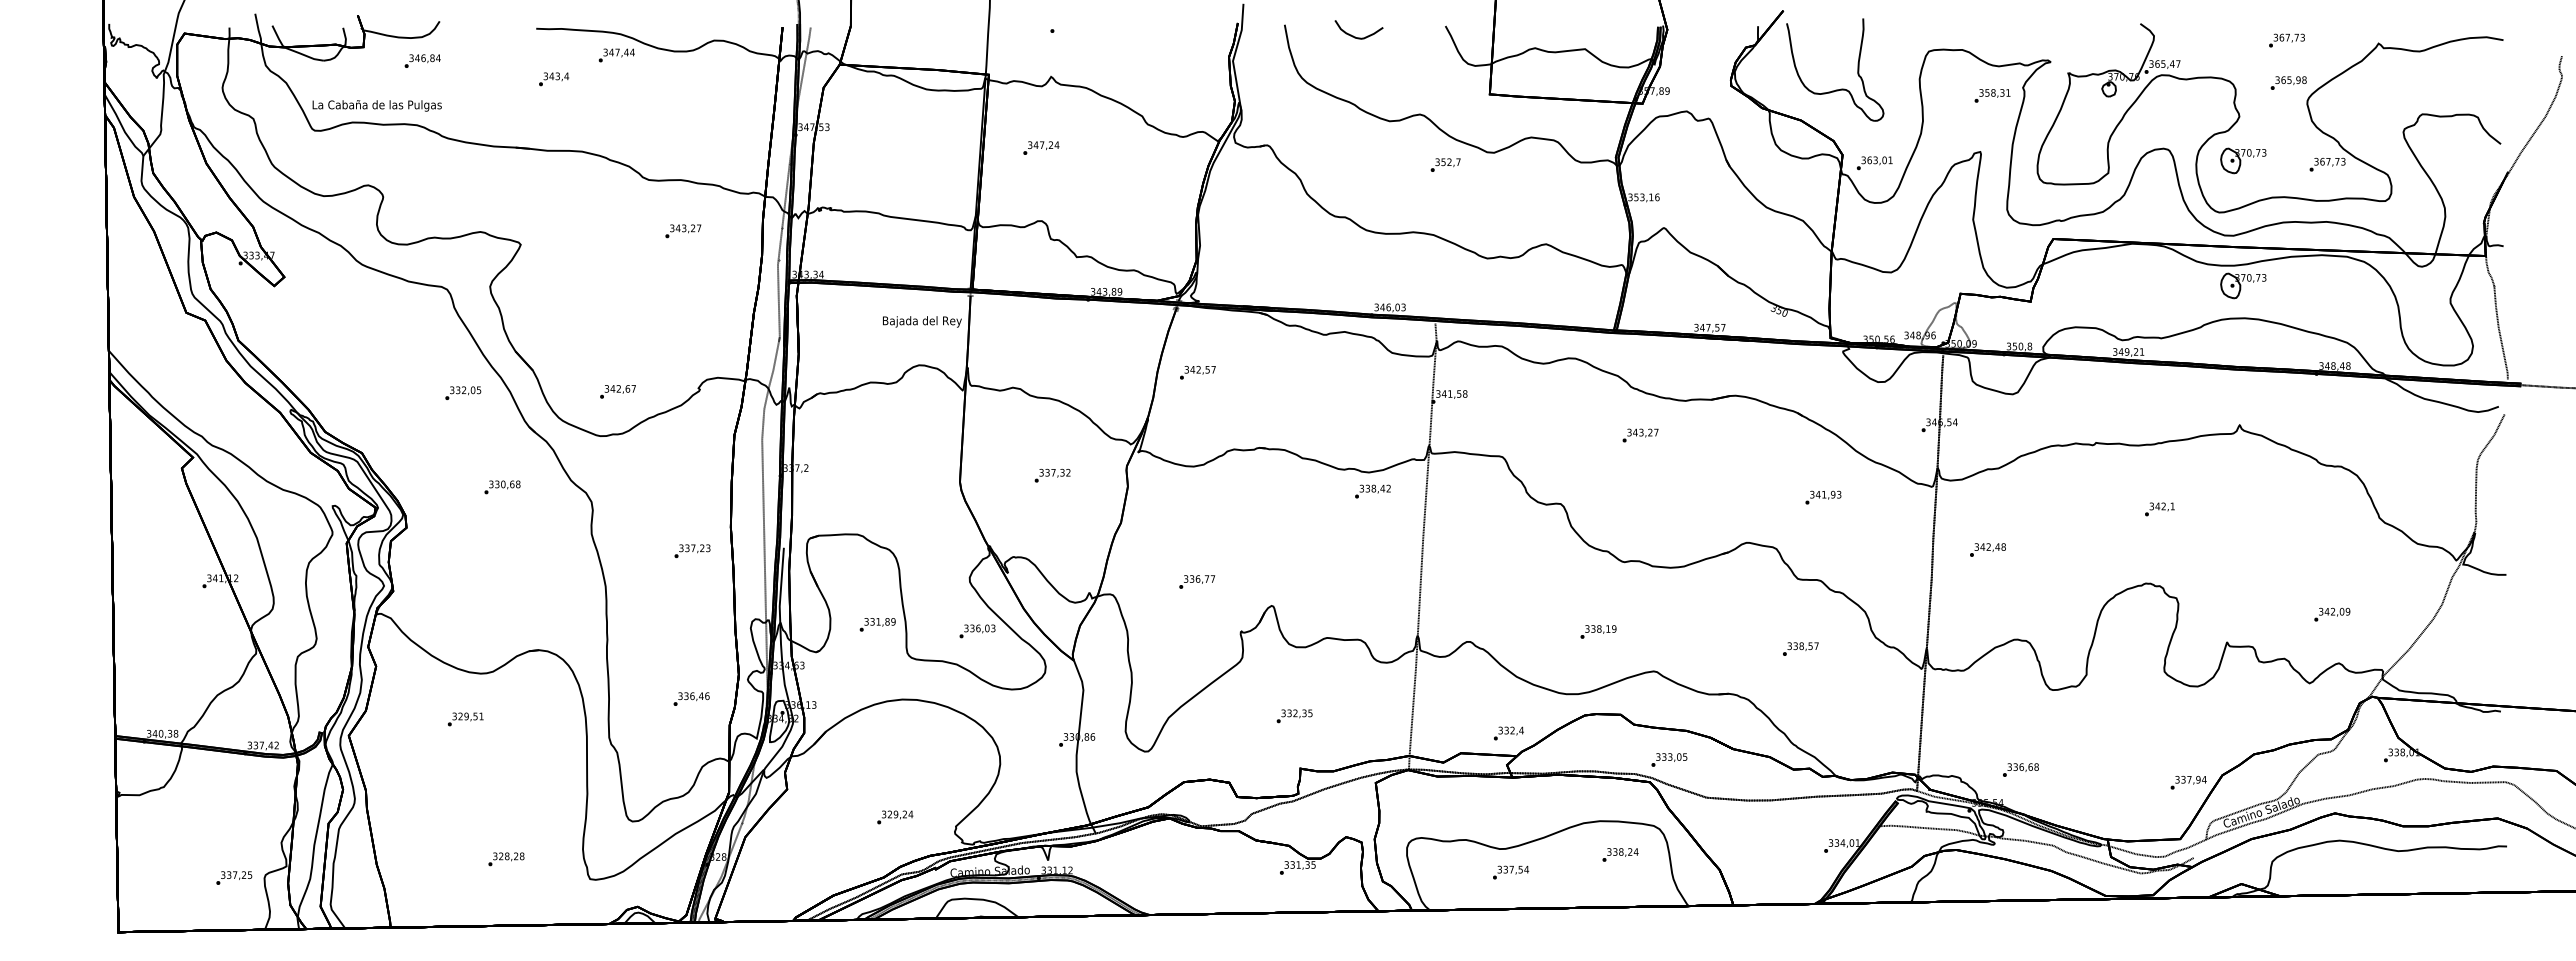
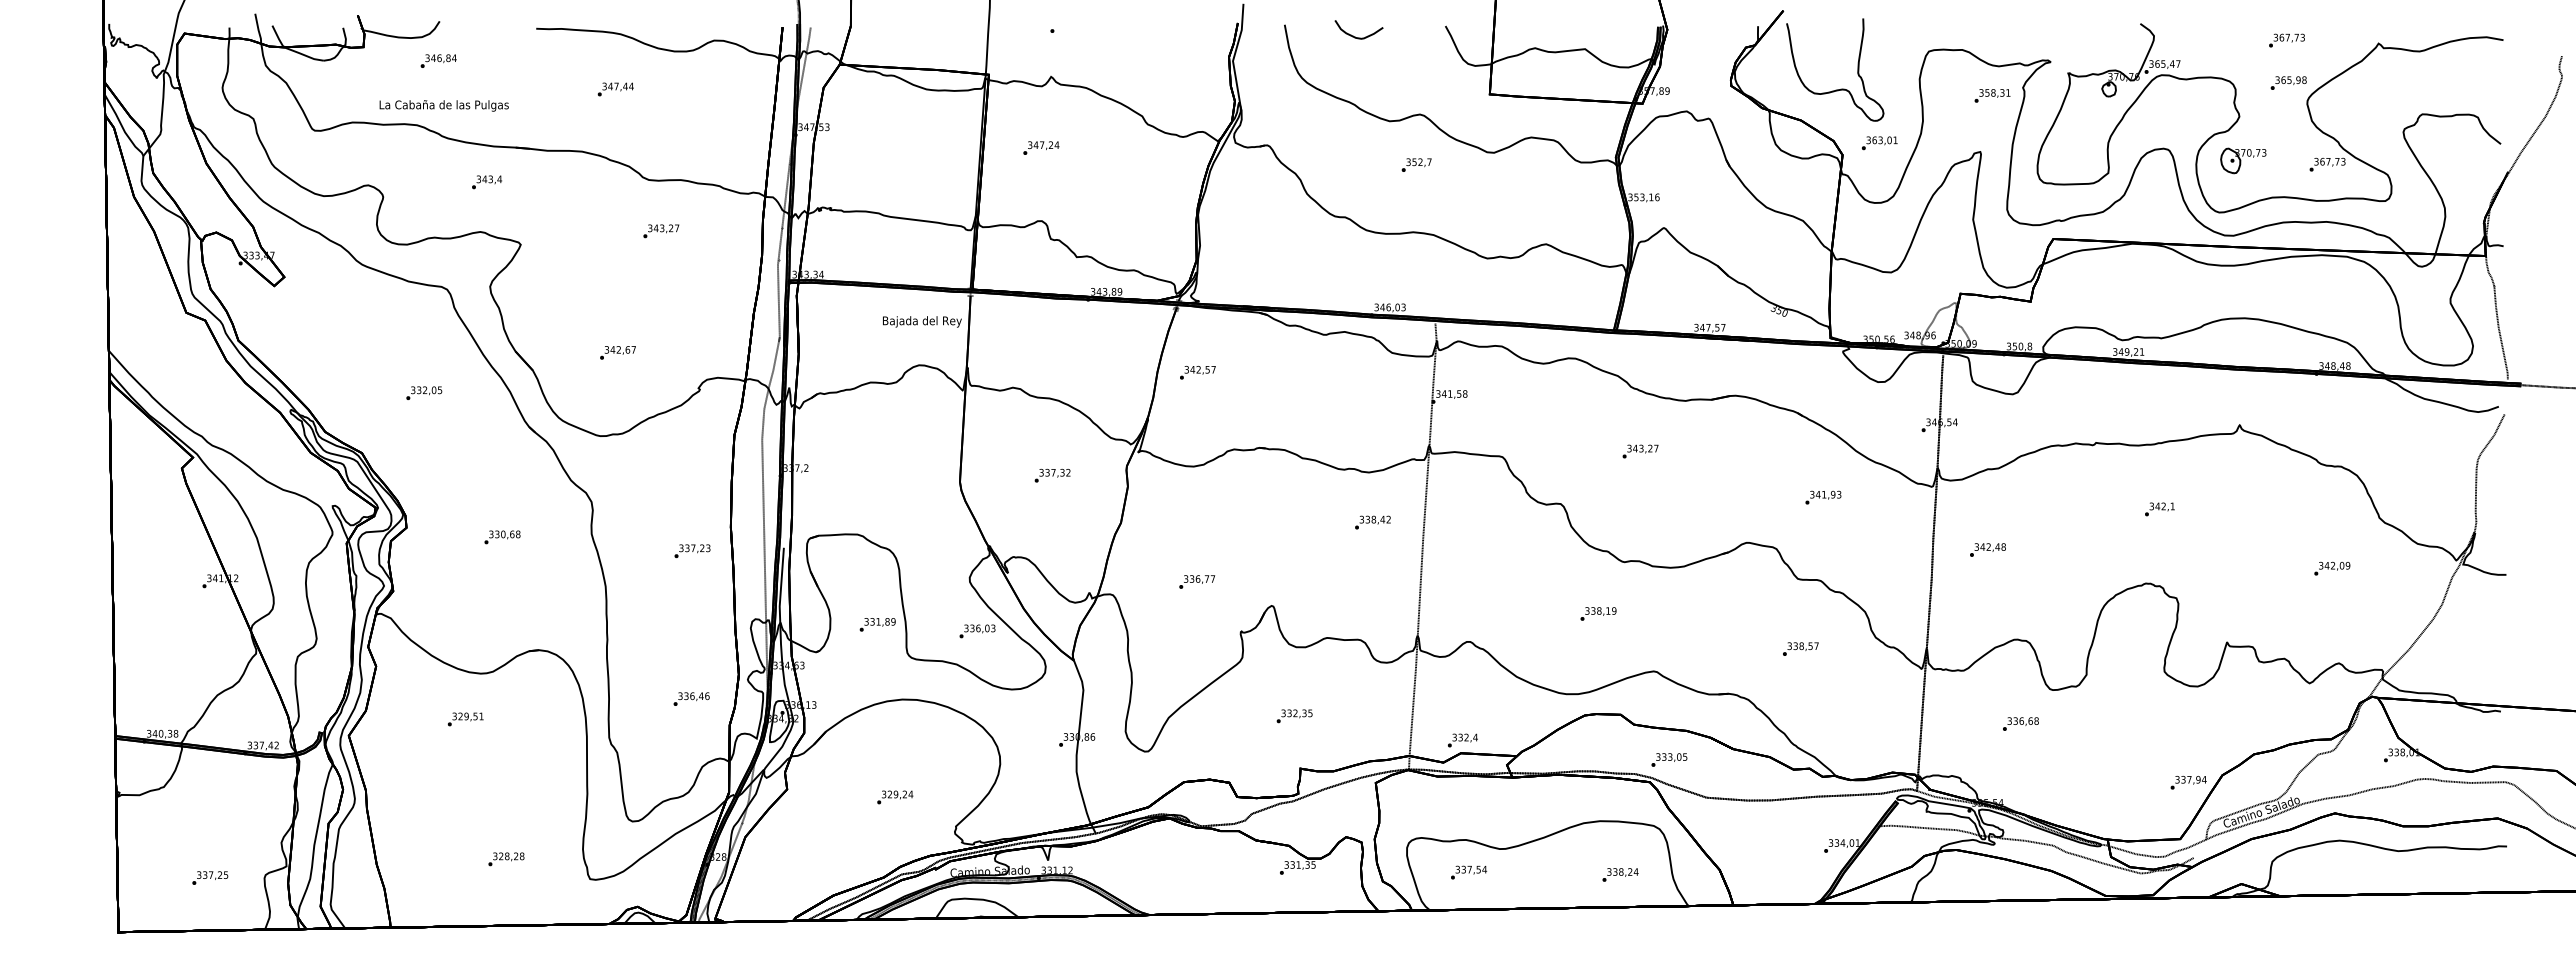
text at (616, 55) position: (616, 55) -> (615, 89)
text at (422, 60) position: (422, 60) -> (438, 60)
text at (554, 79) position: (554, 79) -> (487, 182)
text at (376, 105) position: (376, 105) -> (443, 105)
text at (1874, 163) position: (1874, 163) -> (1879, 143)
text at (1445, 164) position: (1445, 164) -> (1416, 164)
text at (683, 231) position: (683, 231) -> (661, 231)
part at (2243, 285): present -> none
text at (617, 391) position: (617, 391) -> (617, 352)
text at (463, 392) position: (463, 392) -> (424, 392)
text at (1640, 435) position: (1640, 435) -> (1640, 451)
text at (502, 487) position: (502, 487) -> (502, 537)
text at (1372, 491) position: (1372, 491) -> (1372, 522)
text at (2332, 614) position: (2332, 614) -> (2332, 568)
text at (1598, 631) position: (1598, 631) -> (1598, 613)
text at (1508, 733) position: (1508, 733) -> (1462, 740)
text at (2020, 769) position: (2020, 769) -> (2020, 723)
text at (895, 817) position: (895, 817) -> (895, 797)
text at (1620, 854) position: (1620, 854) -> (1620, 874)
text at (1511, 872) position: (1511, 872) -> (1469, 872)
text at (234, 877) position: (234, 877) -> (210, 877)
